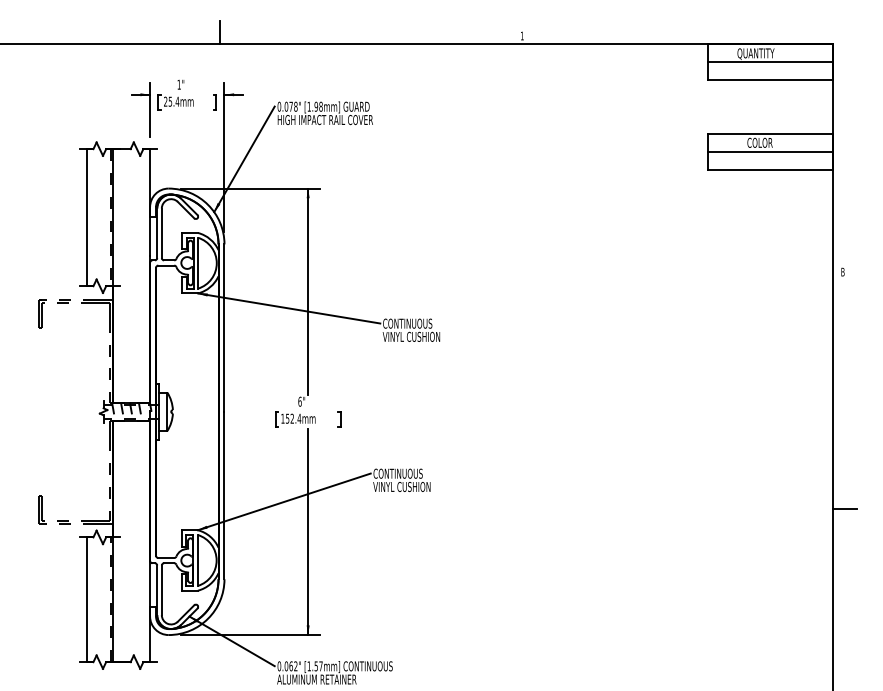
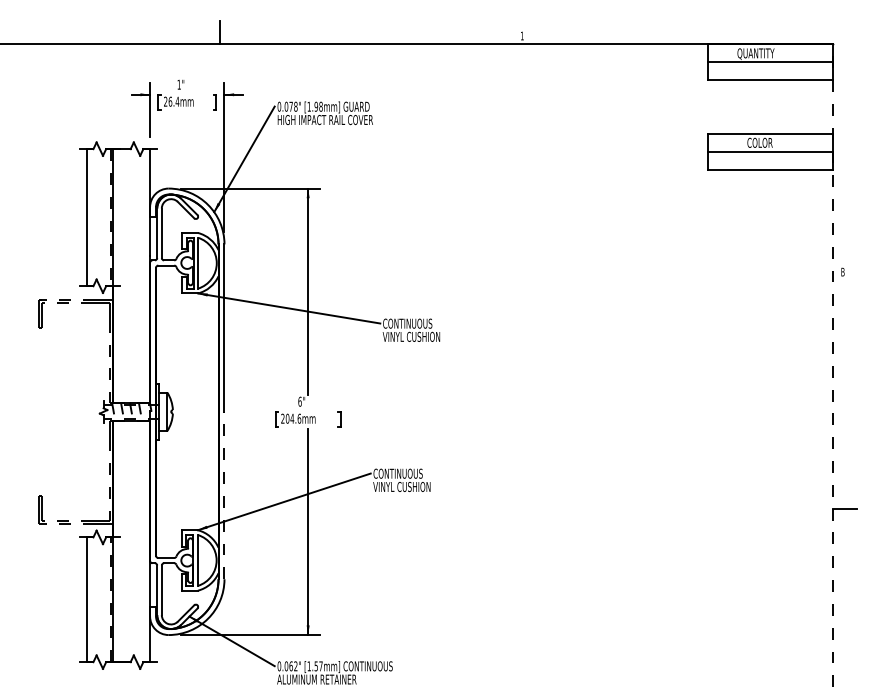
text at (170, 101): 25.4mm -> 26.4mm
line at (833, 367): solid -> dashed
text at (291, 418): 152.4mm -> 204.6mm
line at (224, 495): solid -> dashed
